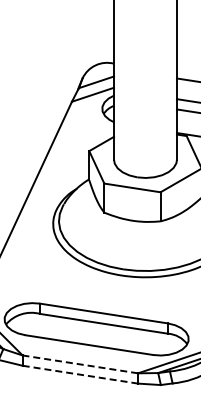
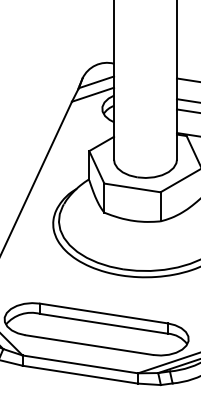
line at (79, 364): dashed -> solid
line at (80, 374): dashed -> solid
